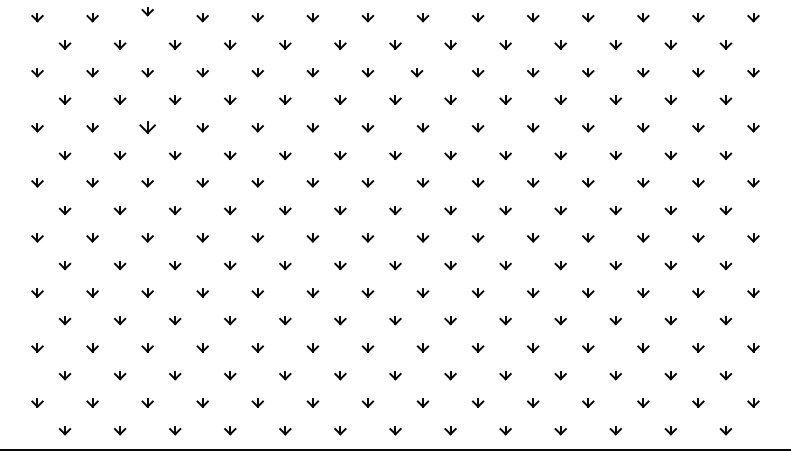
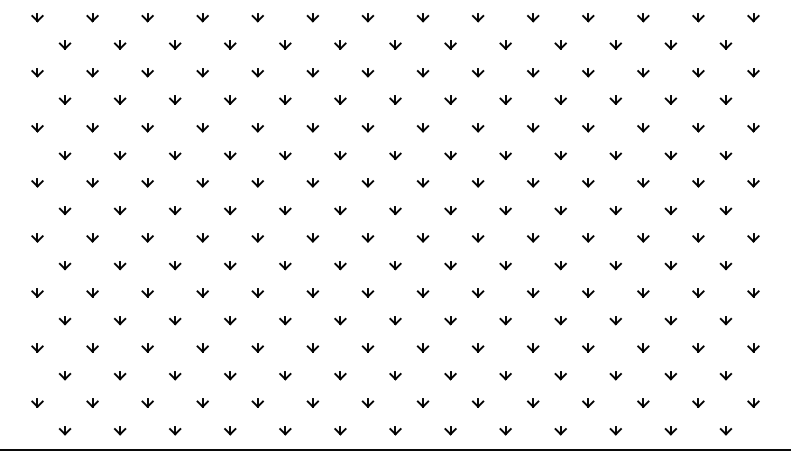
part at (147, 11) position: (147, 11) -> (147, 17)
part at (416, 72) position: (416, 72) -> (422, 72)
part at (147, 127) size: 17x13 px -> 13x10 px
